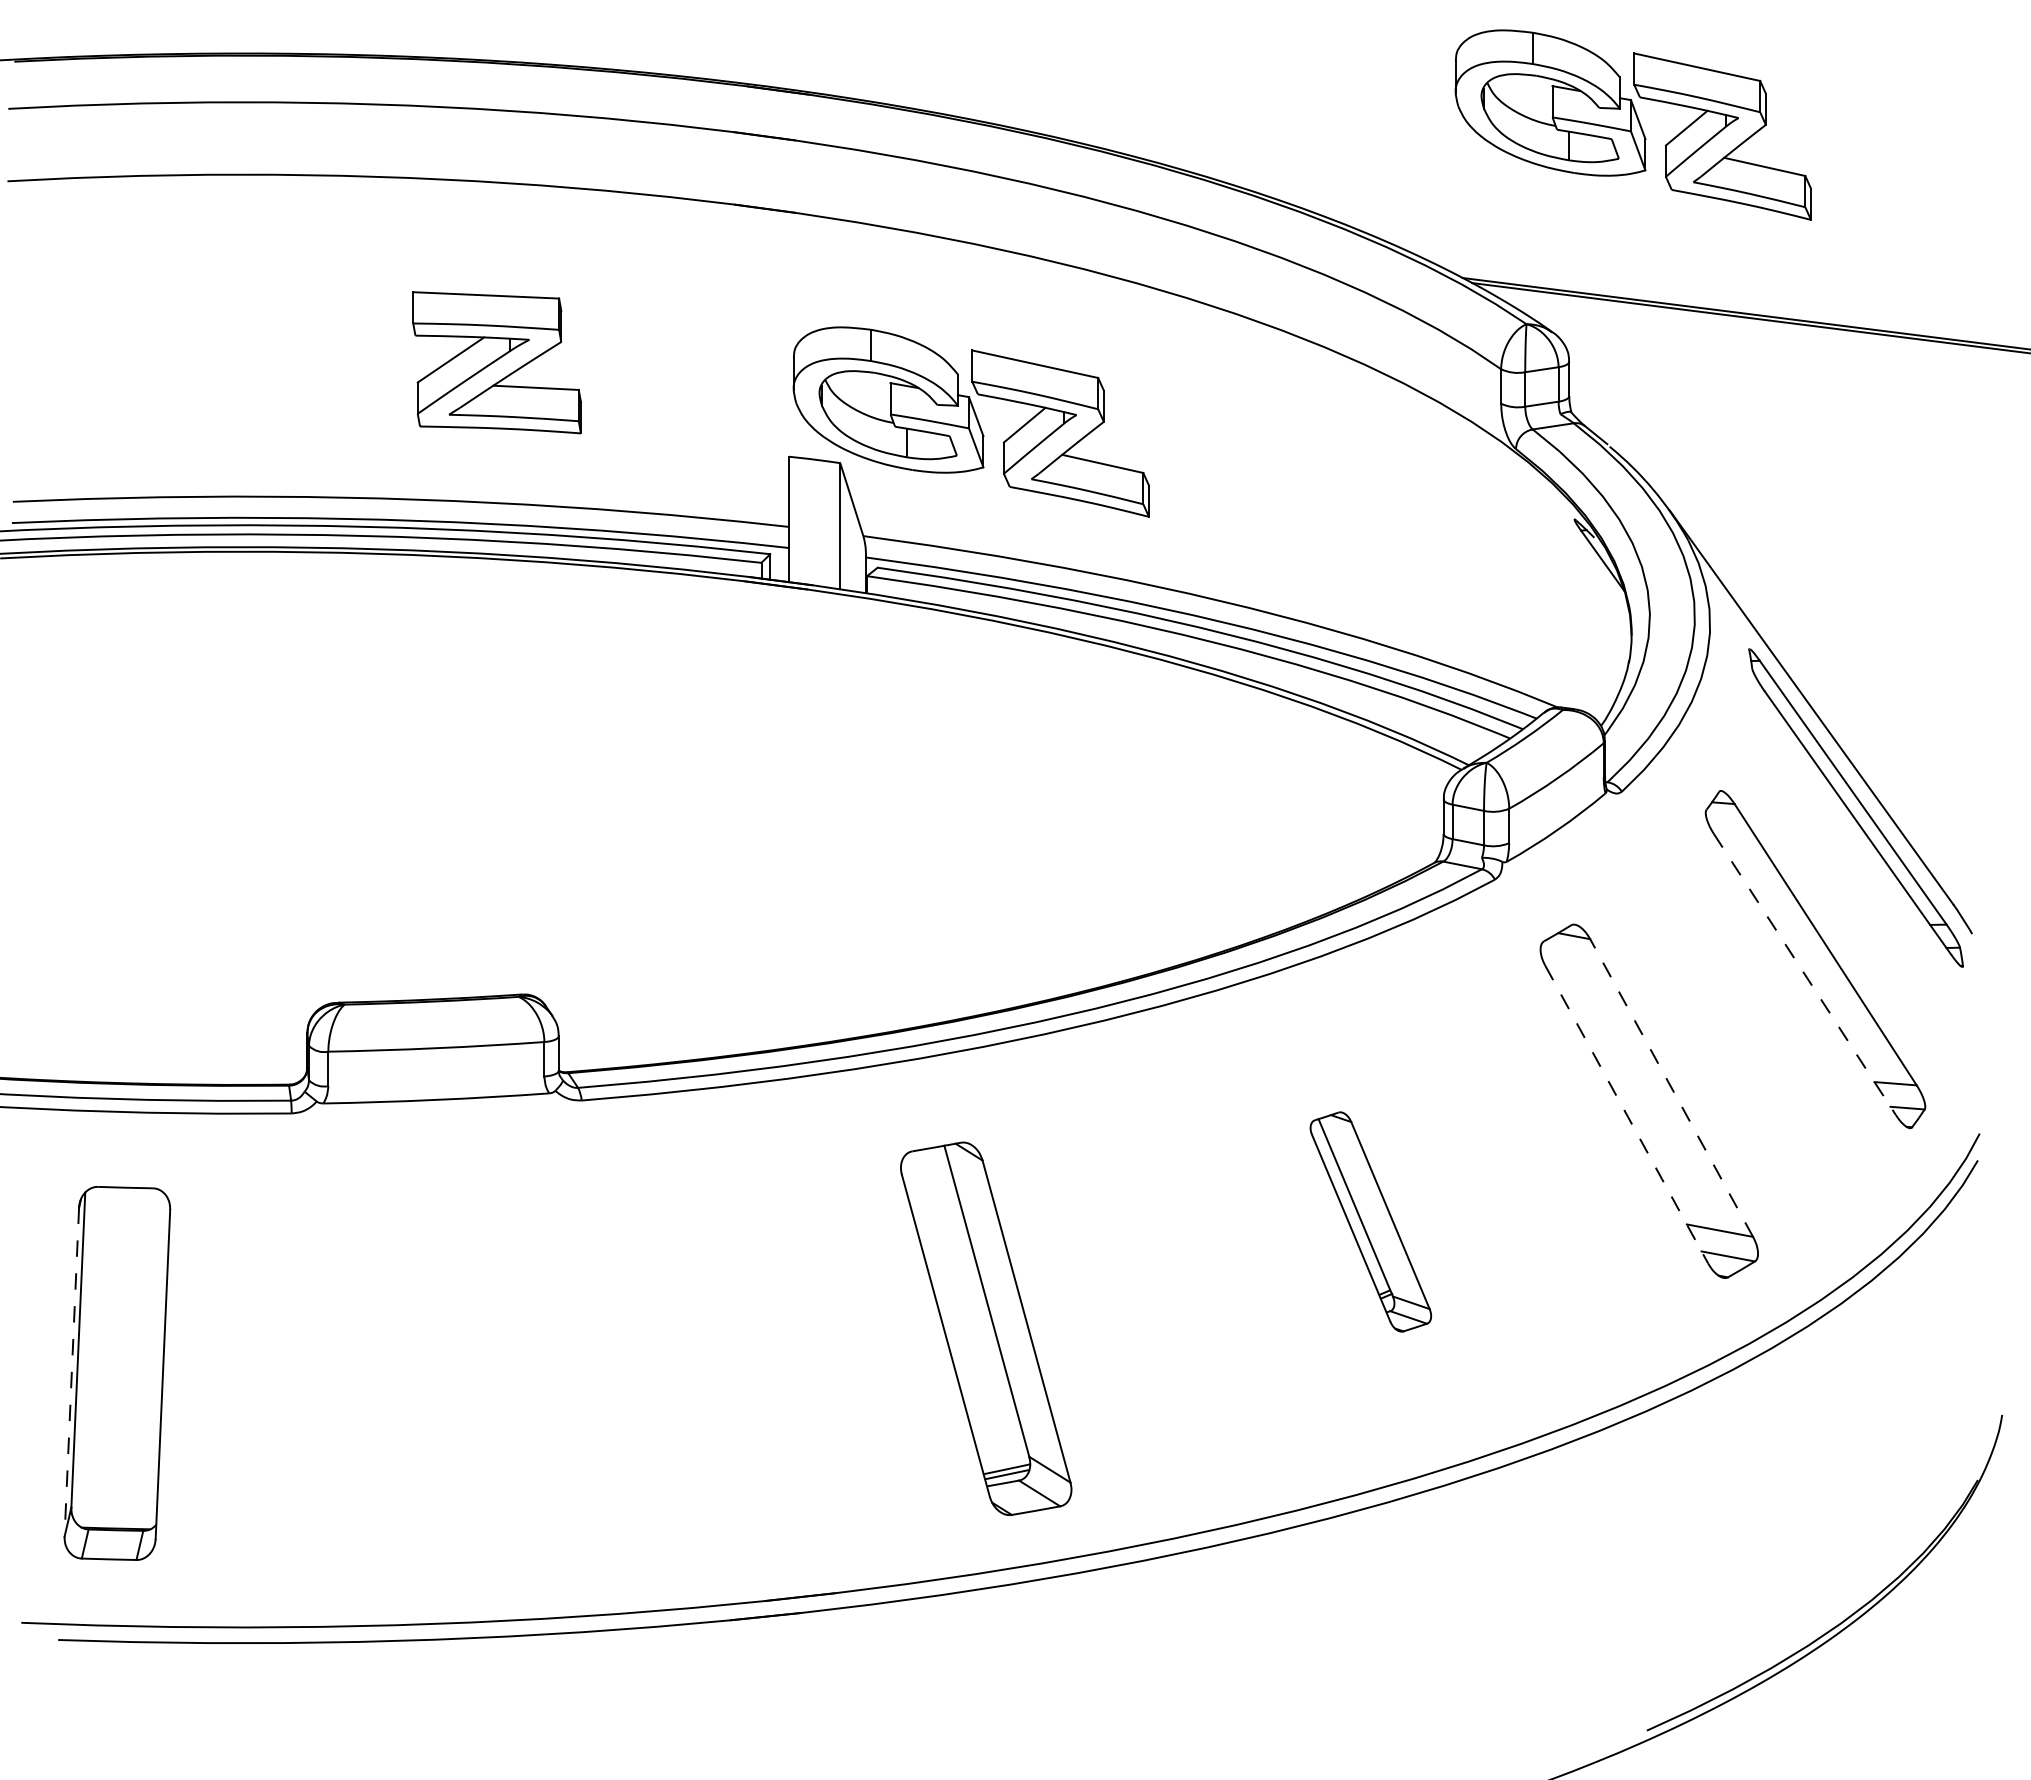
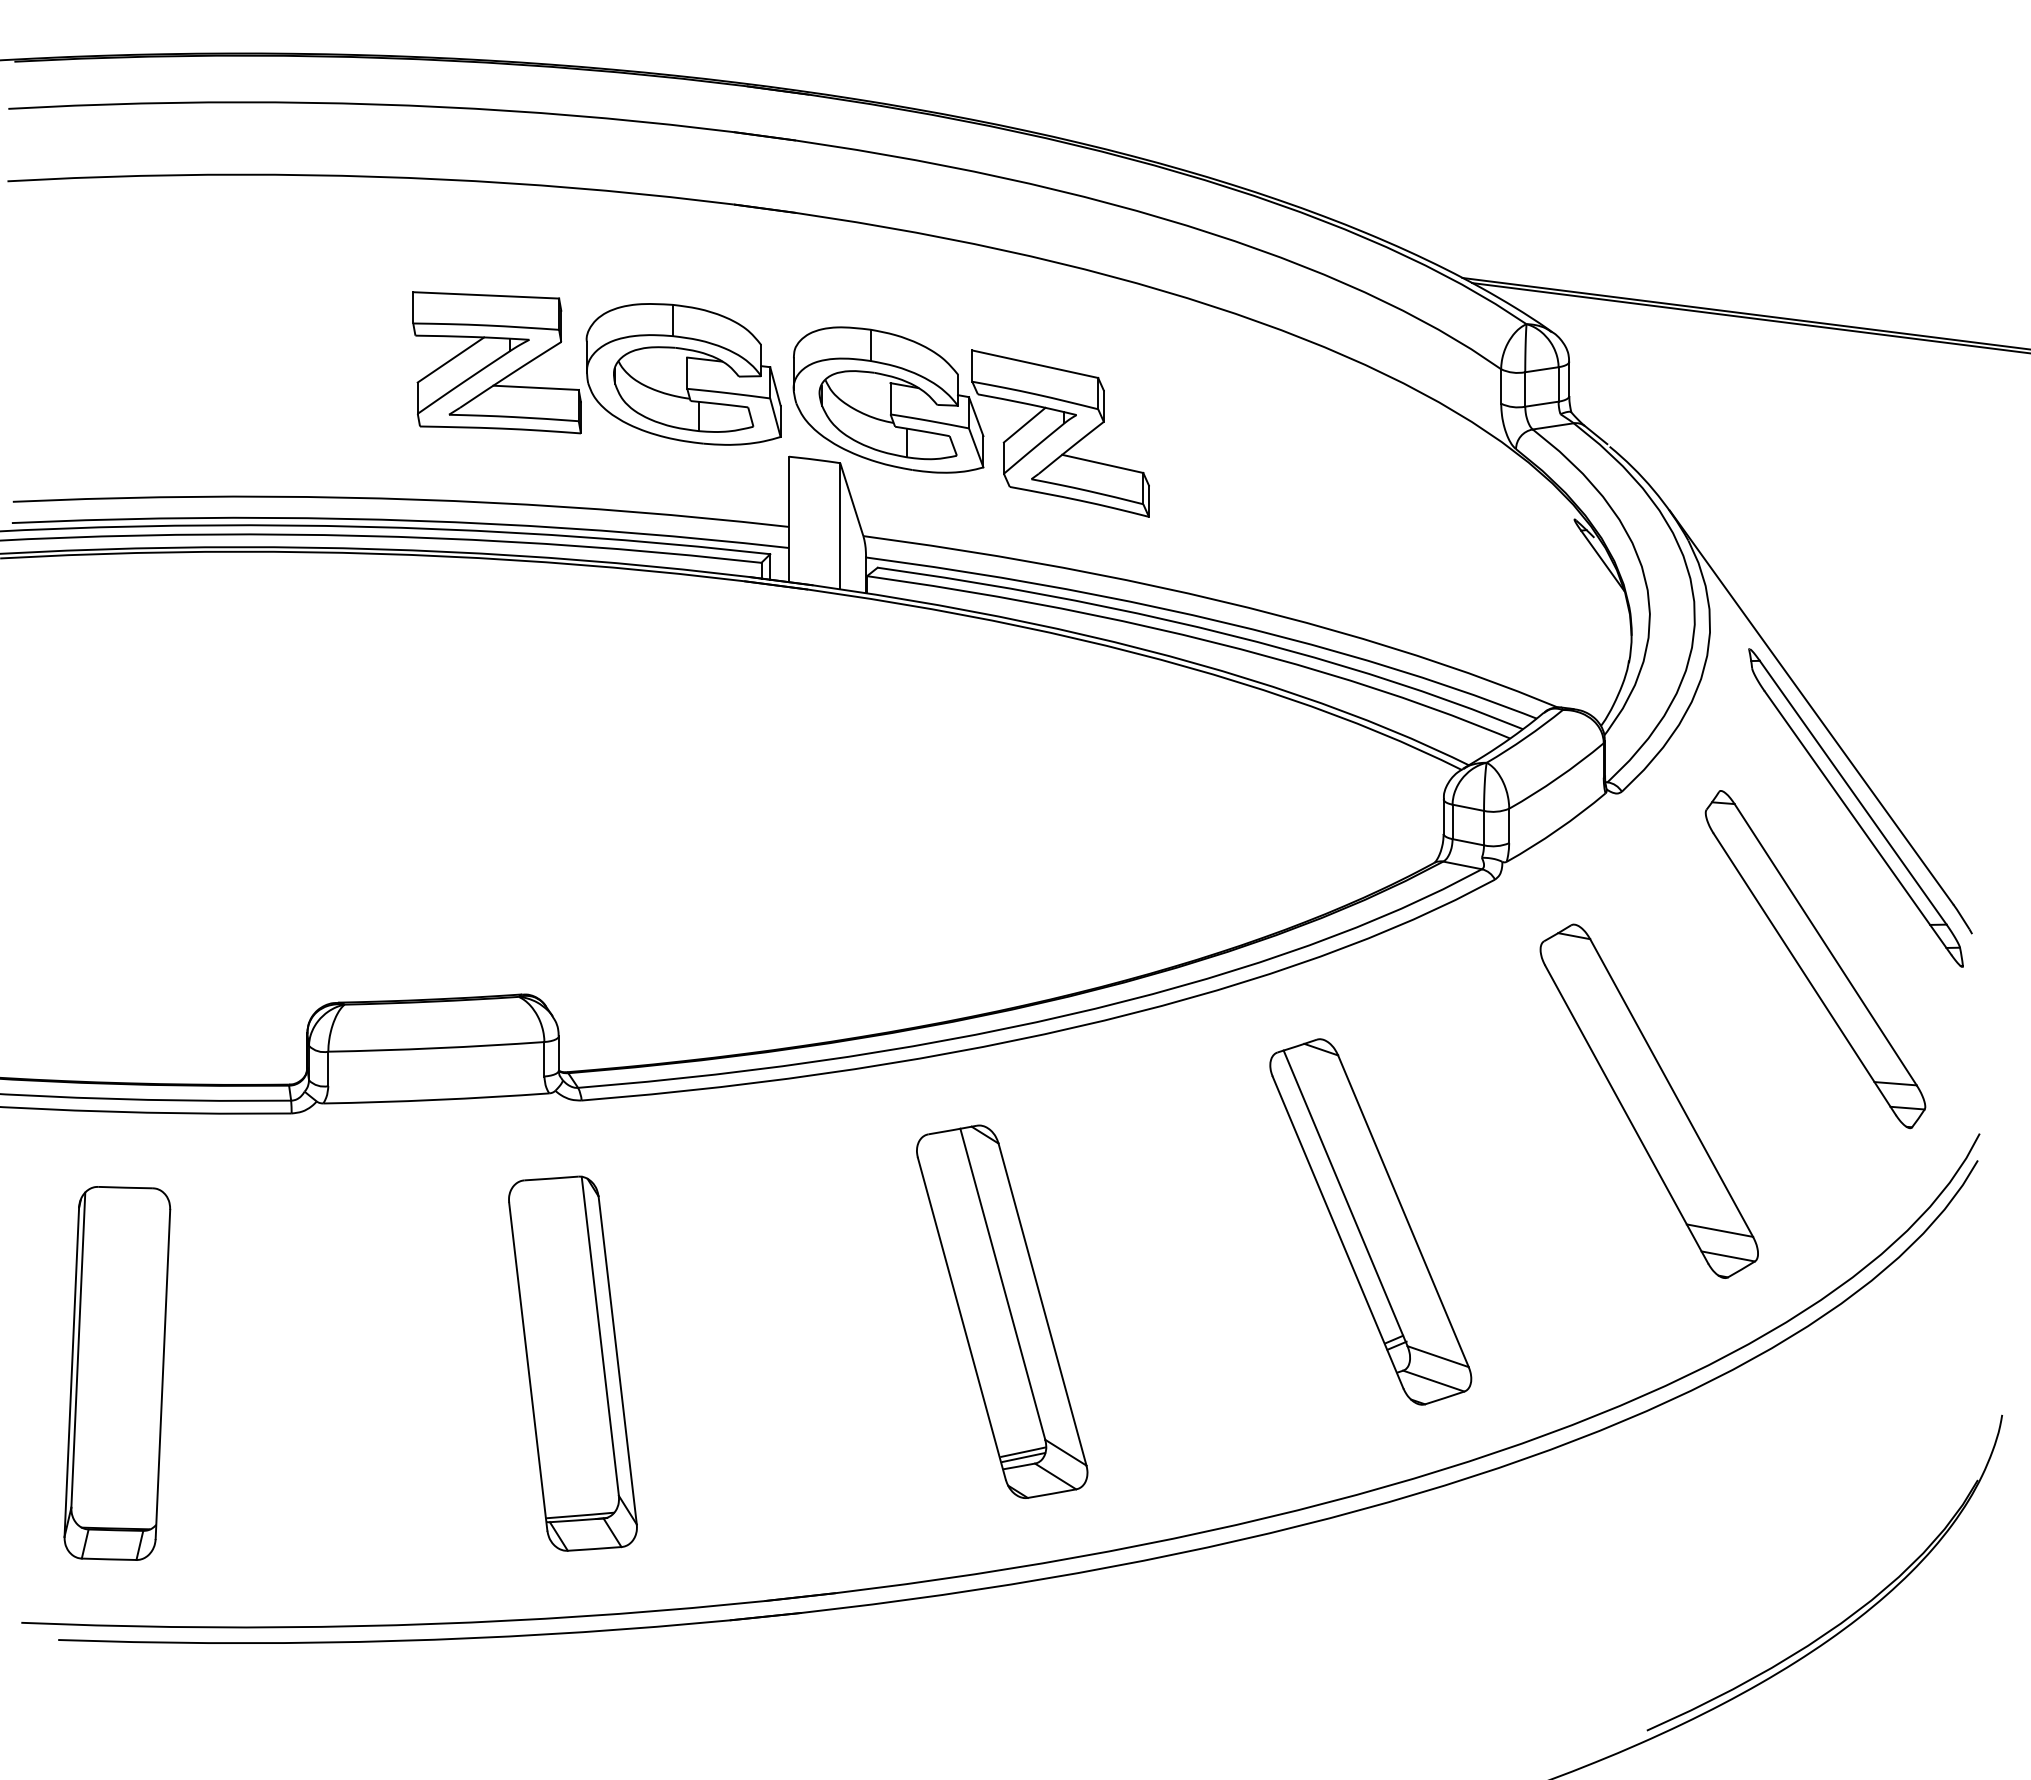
part at (1632, 124): present -> none
part at (683, 374): none -> present
line at (1804, 974): dashed -> solid
line at (1671, 1088): dashed -> solid
line at (1626, 1114): dashed -> solid
part at (1370, 1221) size: 124x222 px -> 204x368 px
part at (986, 1328) position: (986, 1328) -> (1002, 1311)
part at (572, 1363): none -> present
line at (71, 1372): dashed -> solid
